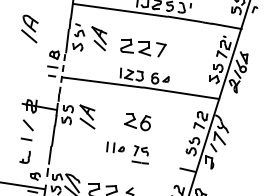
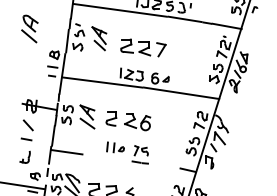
line at (62, 73): dashed -> solid
part at (111, 118): none -> present
line at (66, 152): none -> present
